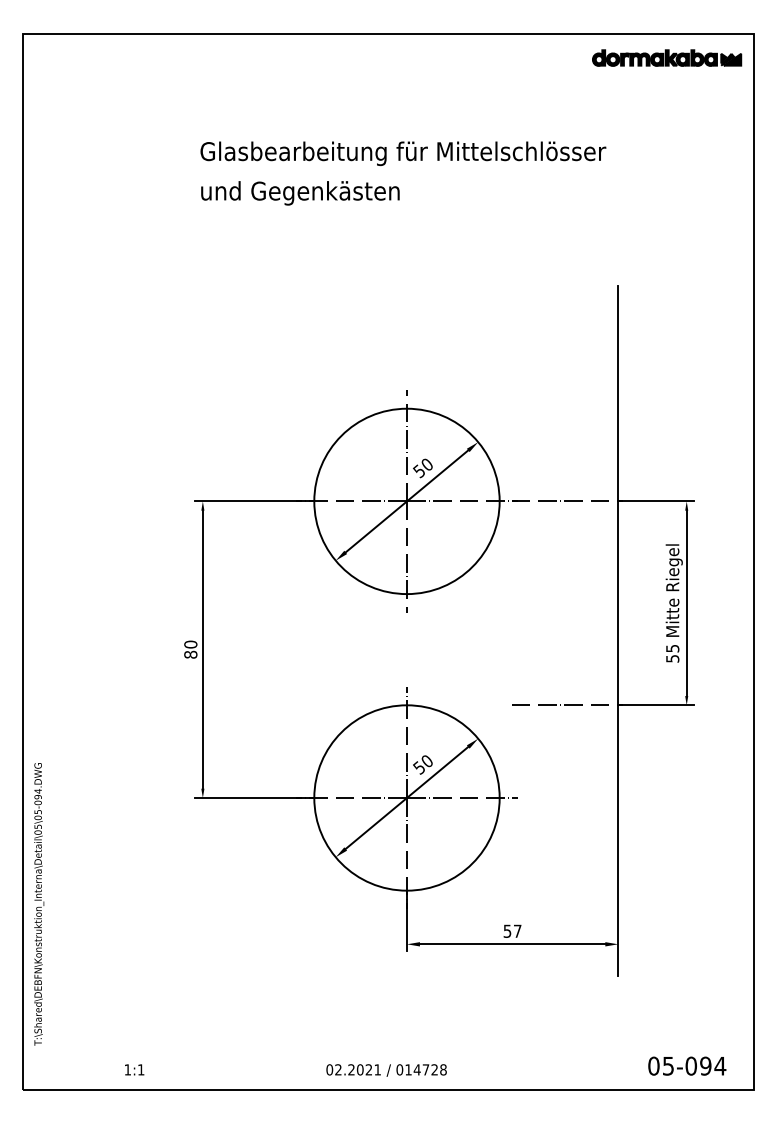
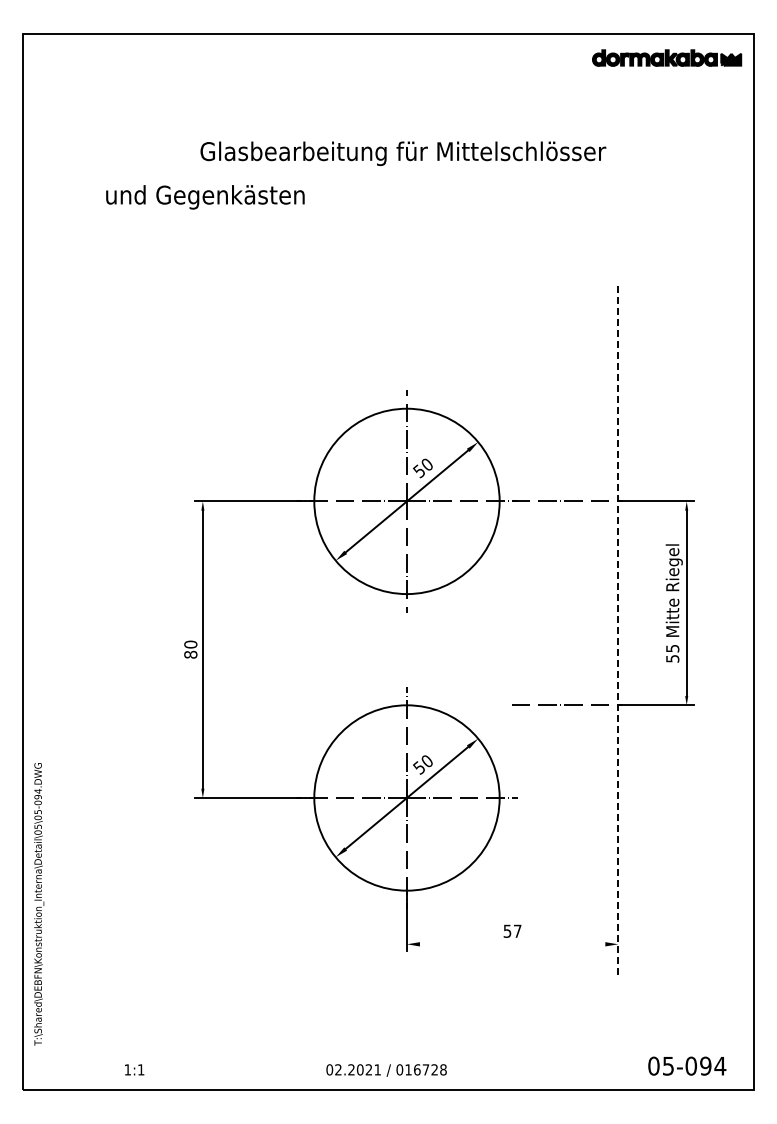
text at (300, 193) position: (300, 193) -> (205, 197)
line at (618, 630): solid -> dashed
line at (512, 944): present -> none
text at (416, 1069): 014728 -> 016728
